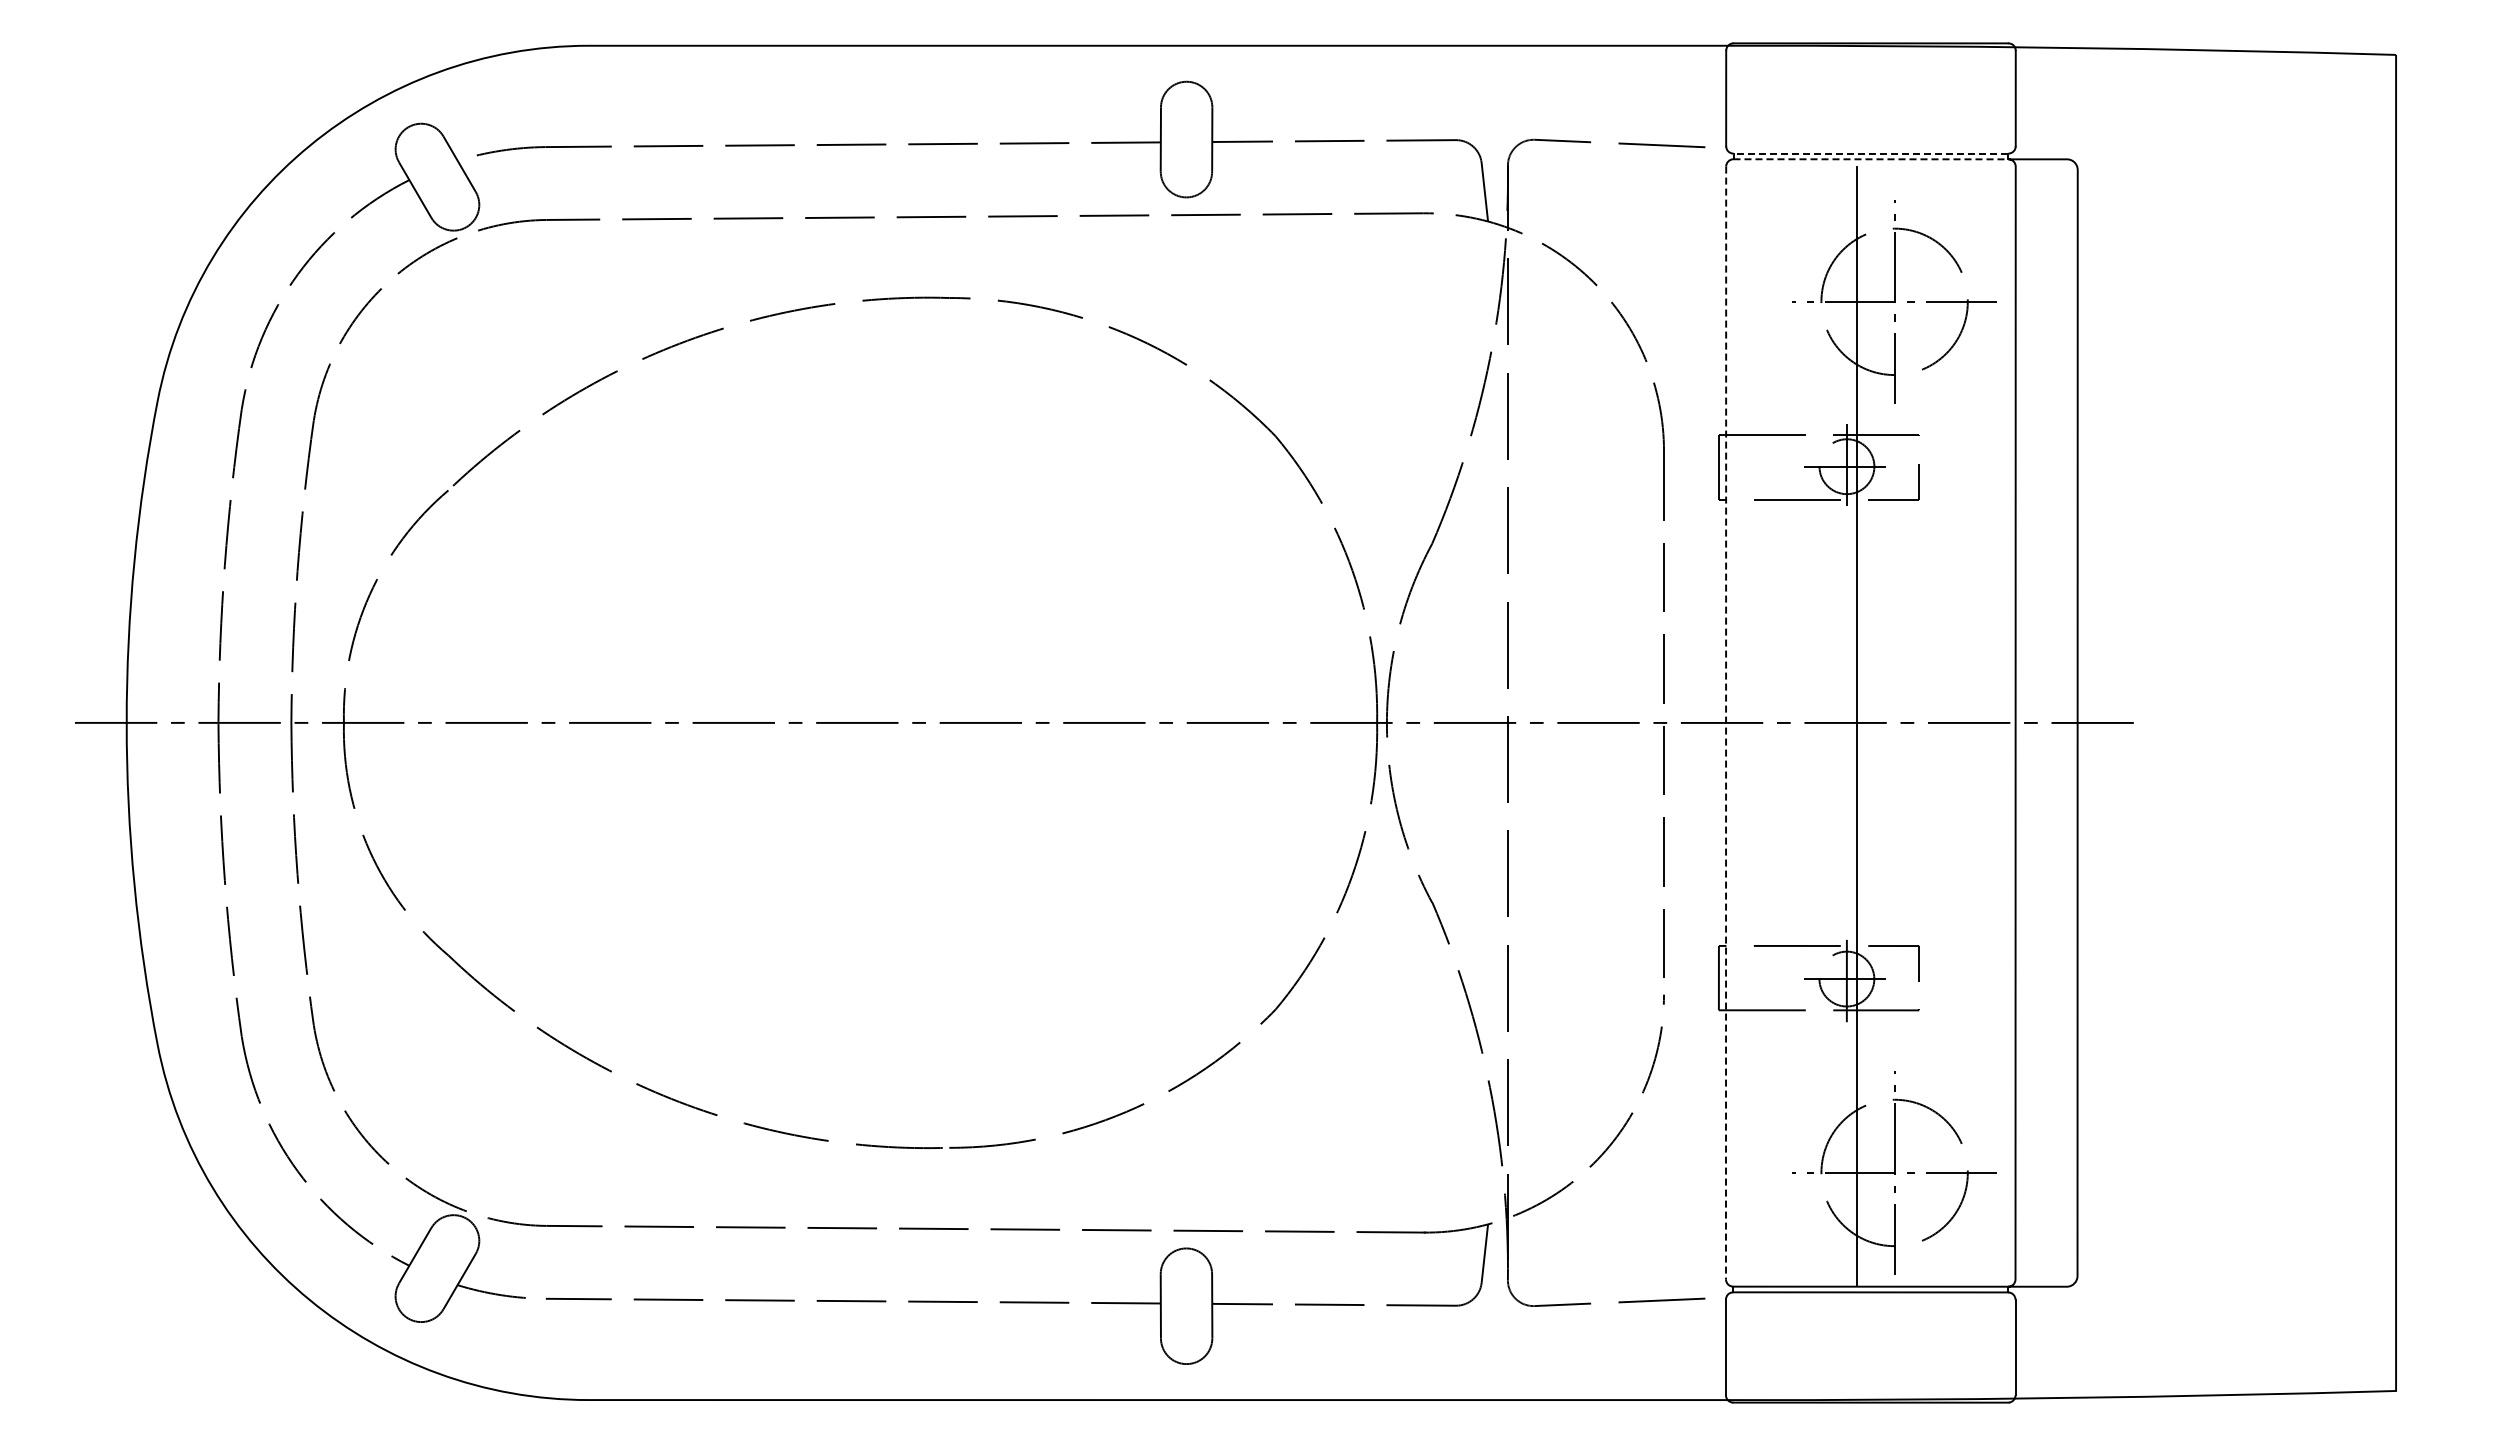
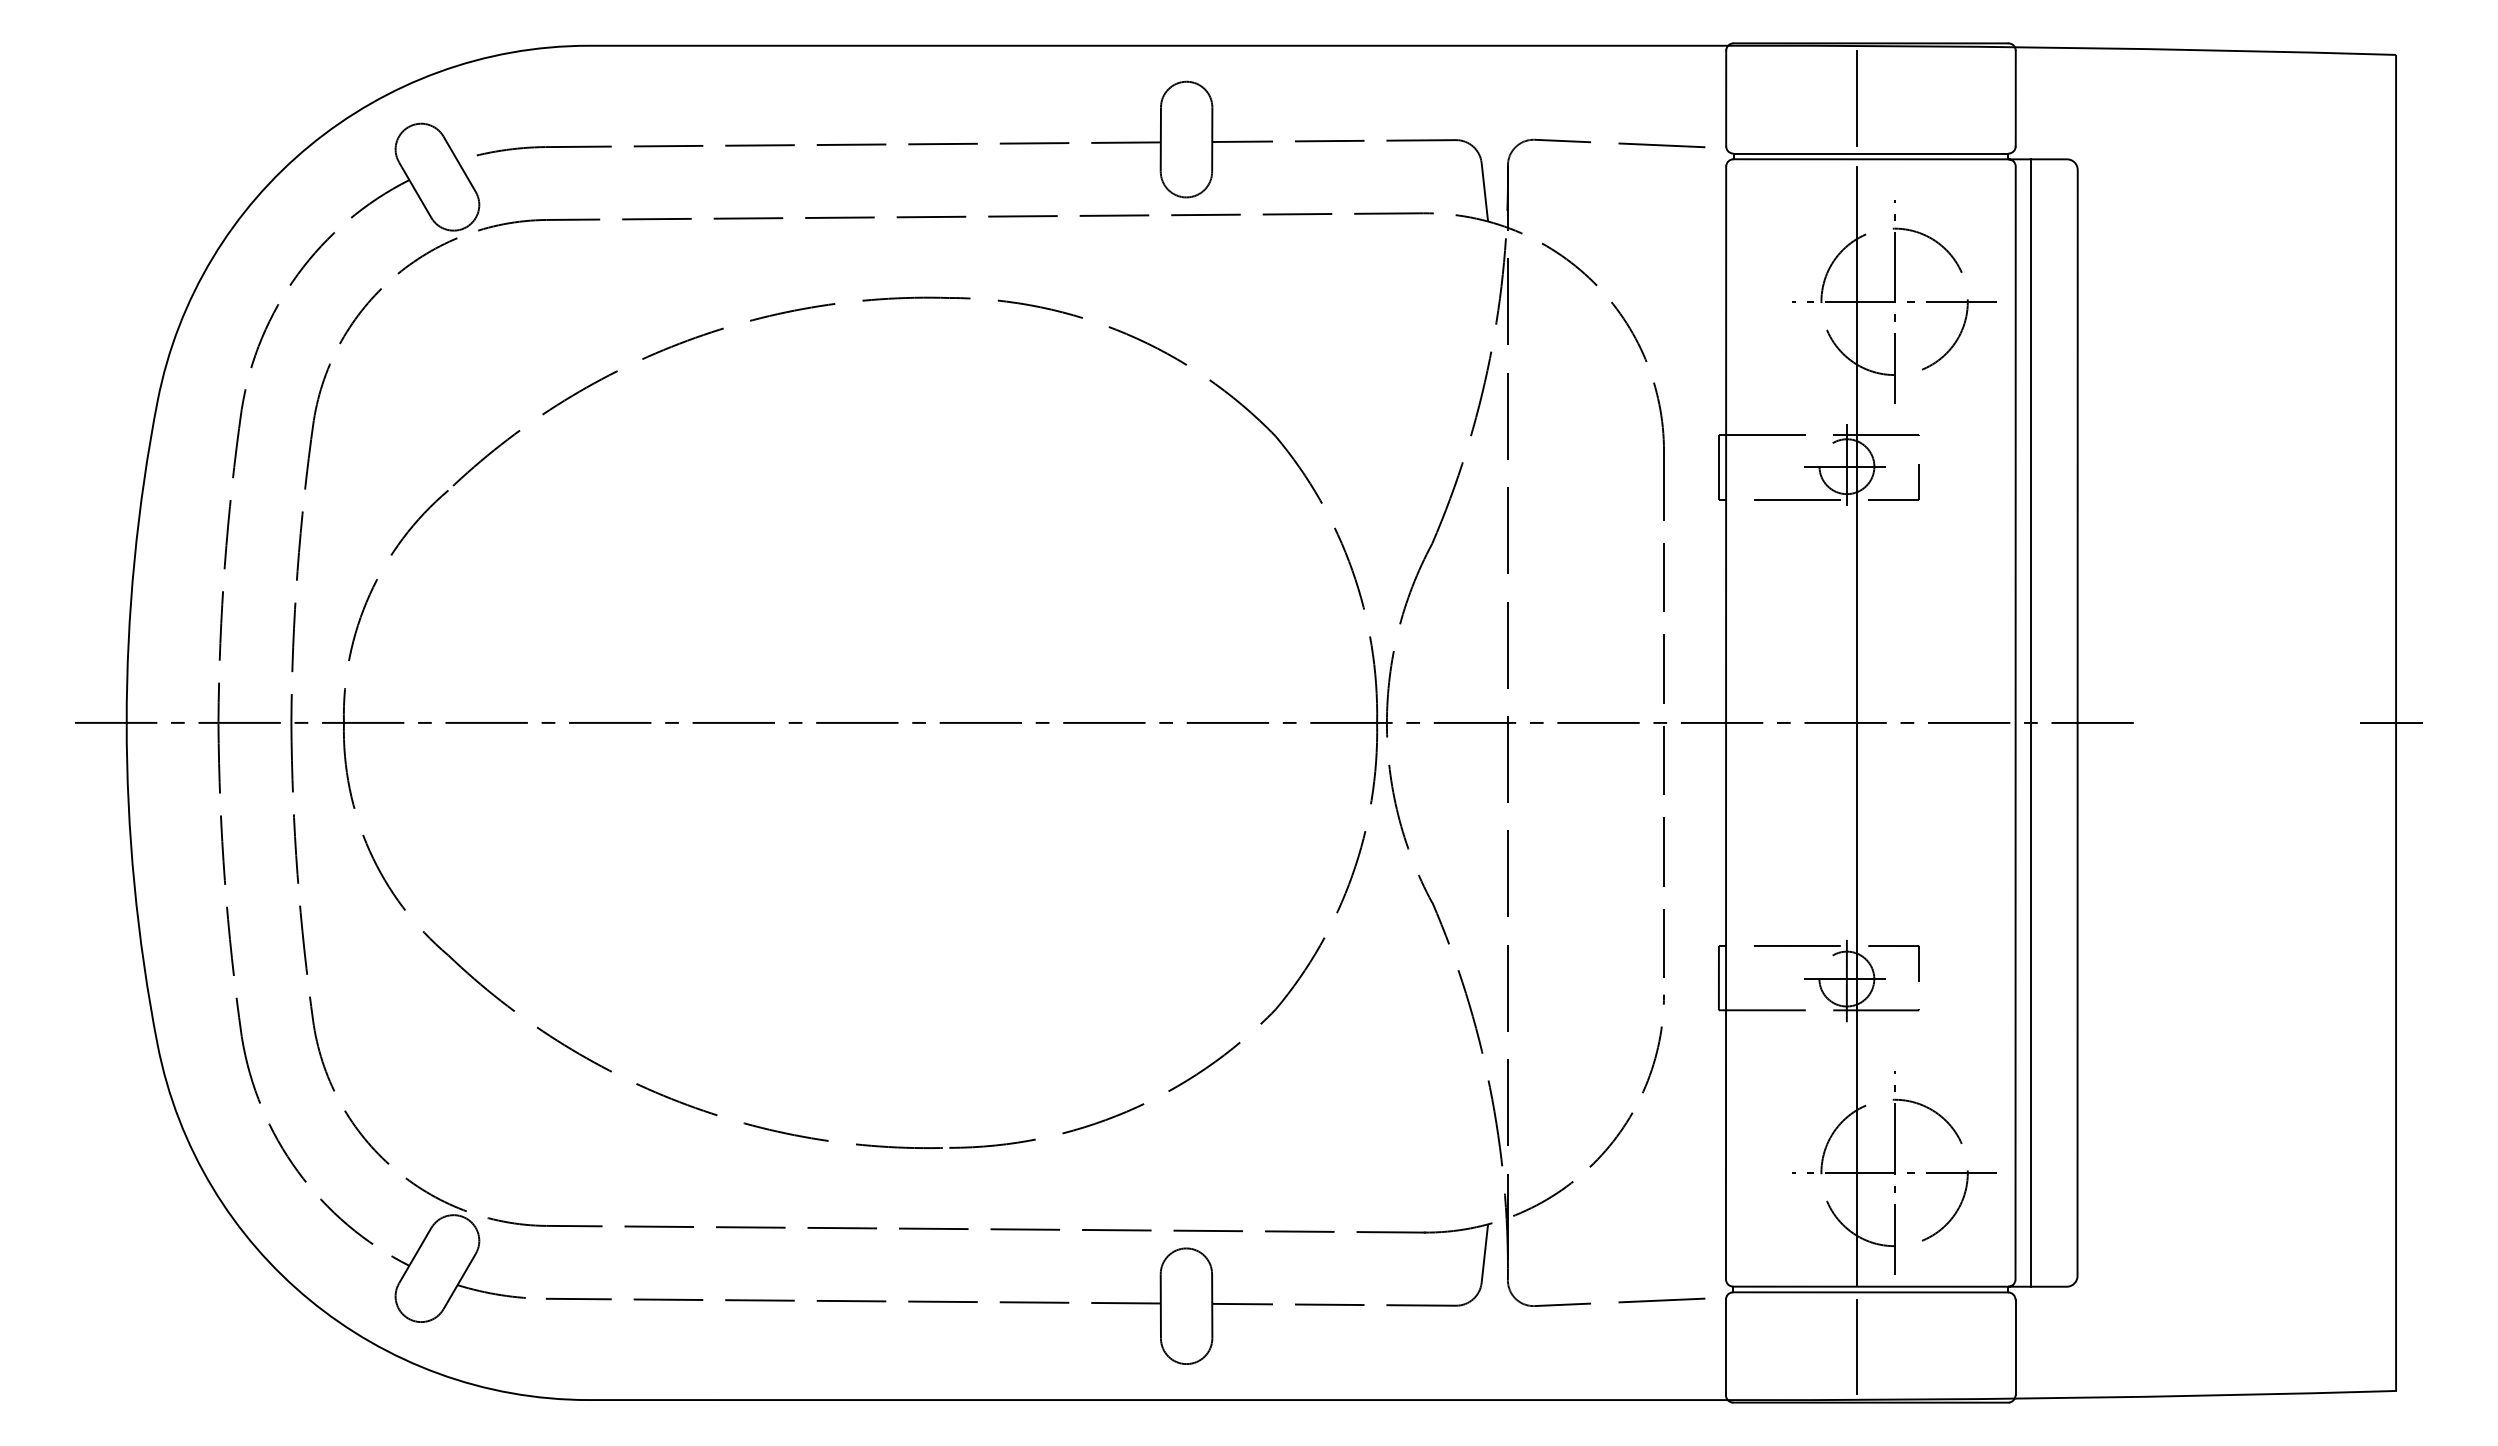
line at (1856, 98): none -> present
line at (1870, 153): dashed -> solid
line at (1871, 159): dashed -> solid
line at (2031, 722): none -> present
line at (2391, 722): none -> present
line at (1726, 723): dashed -> solid
line at (1856, 1346): none -> present
